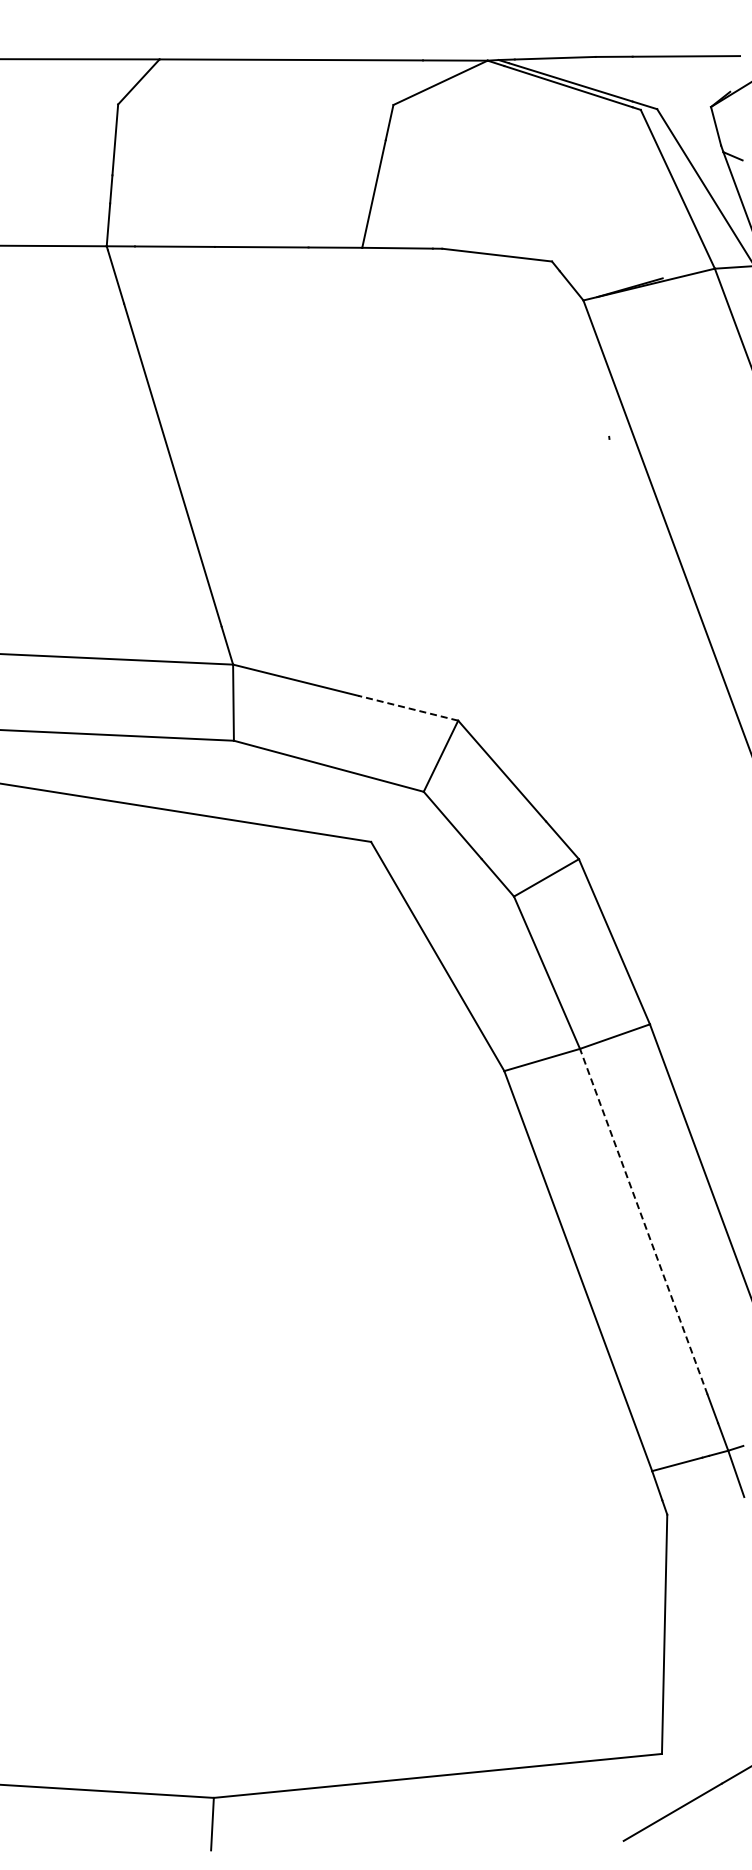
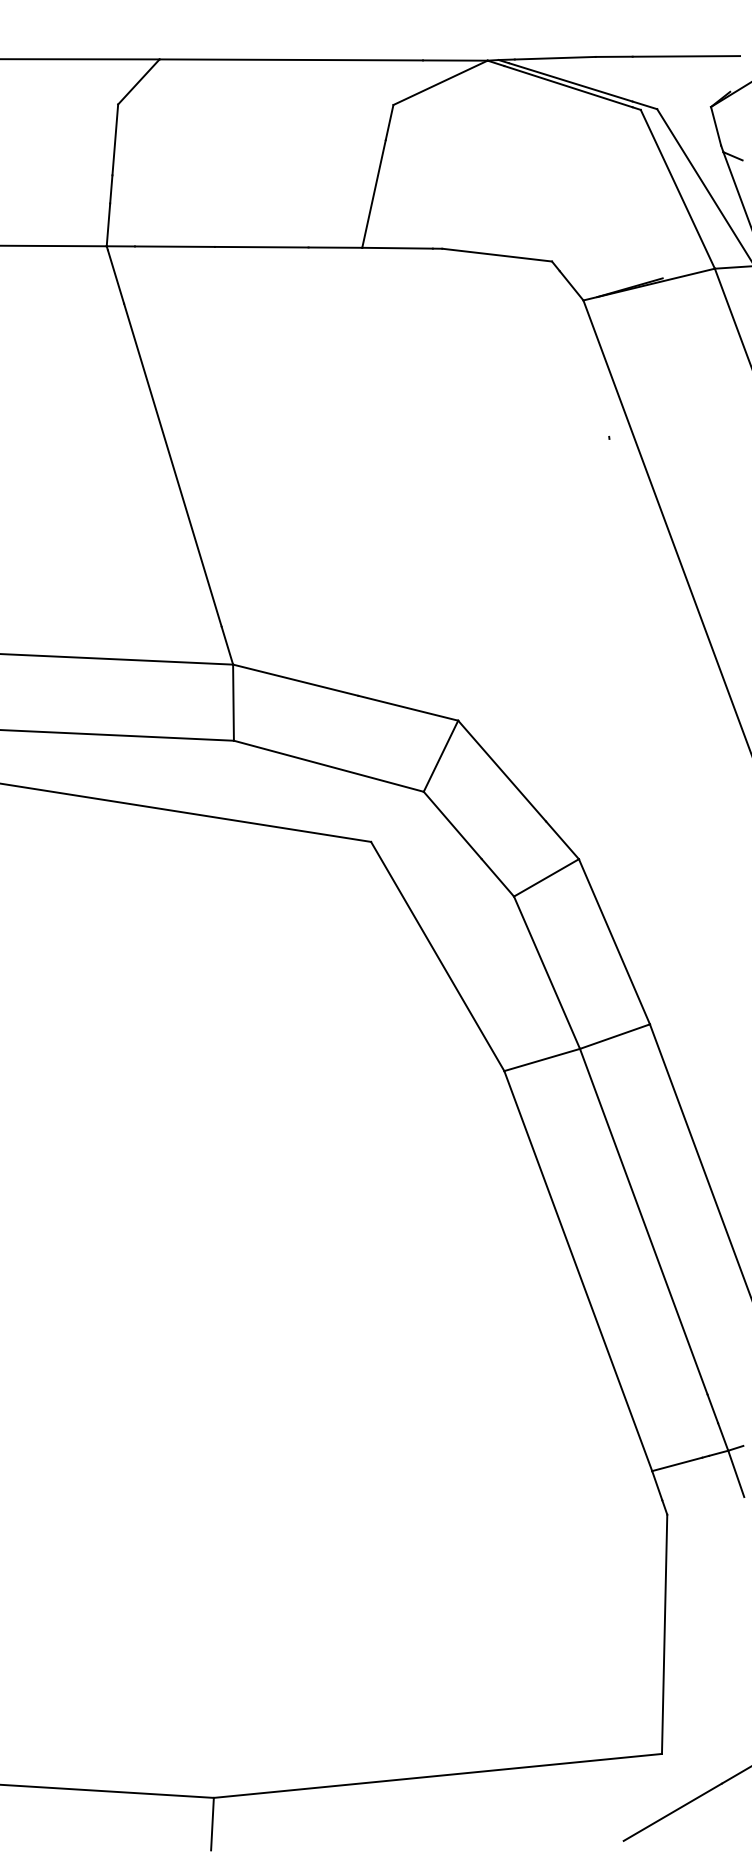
line at (407, 708): dashed -> solid
line at (643, 1221): dashed -> solid
